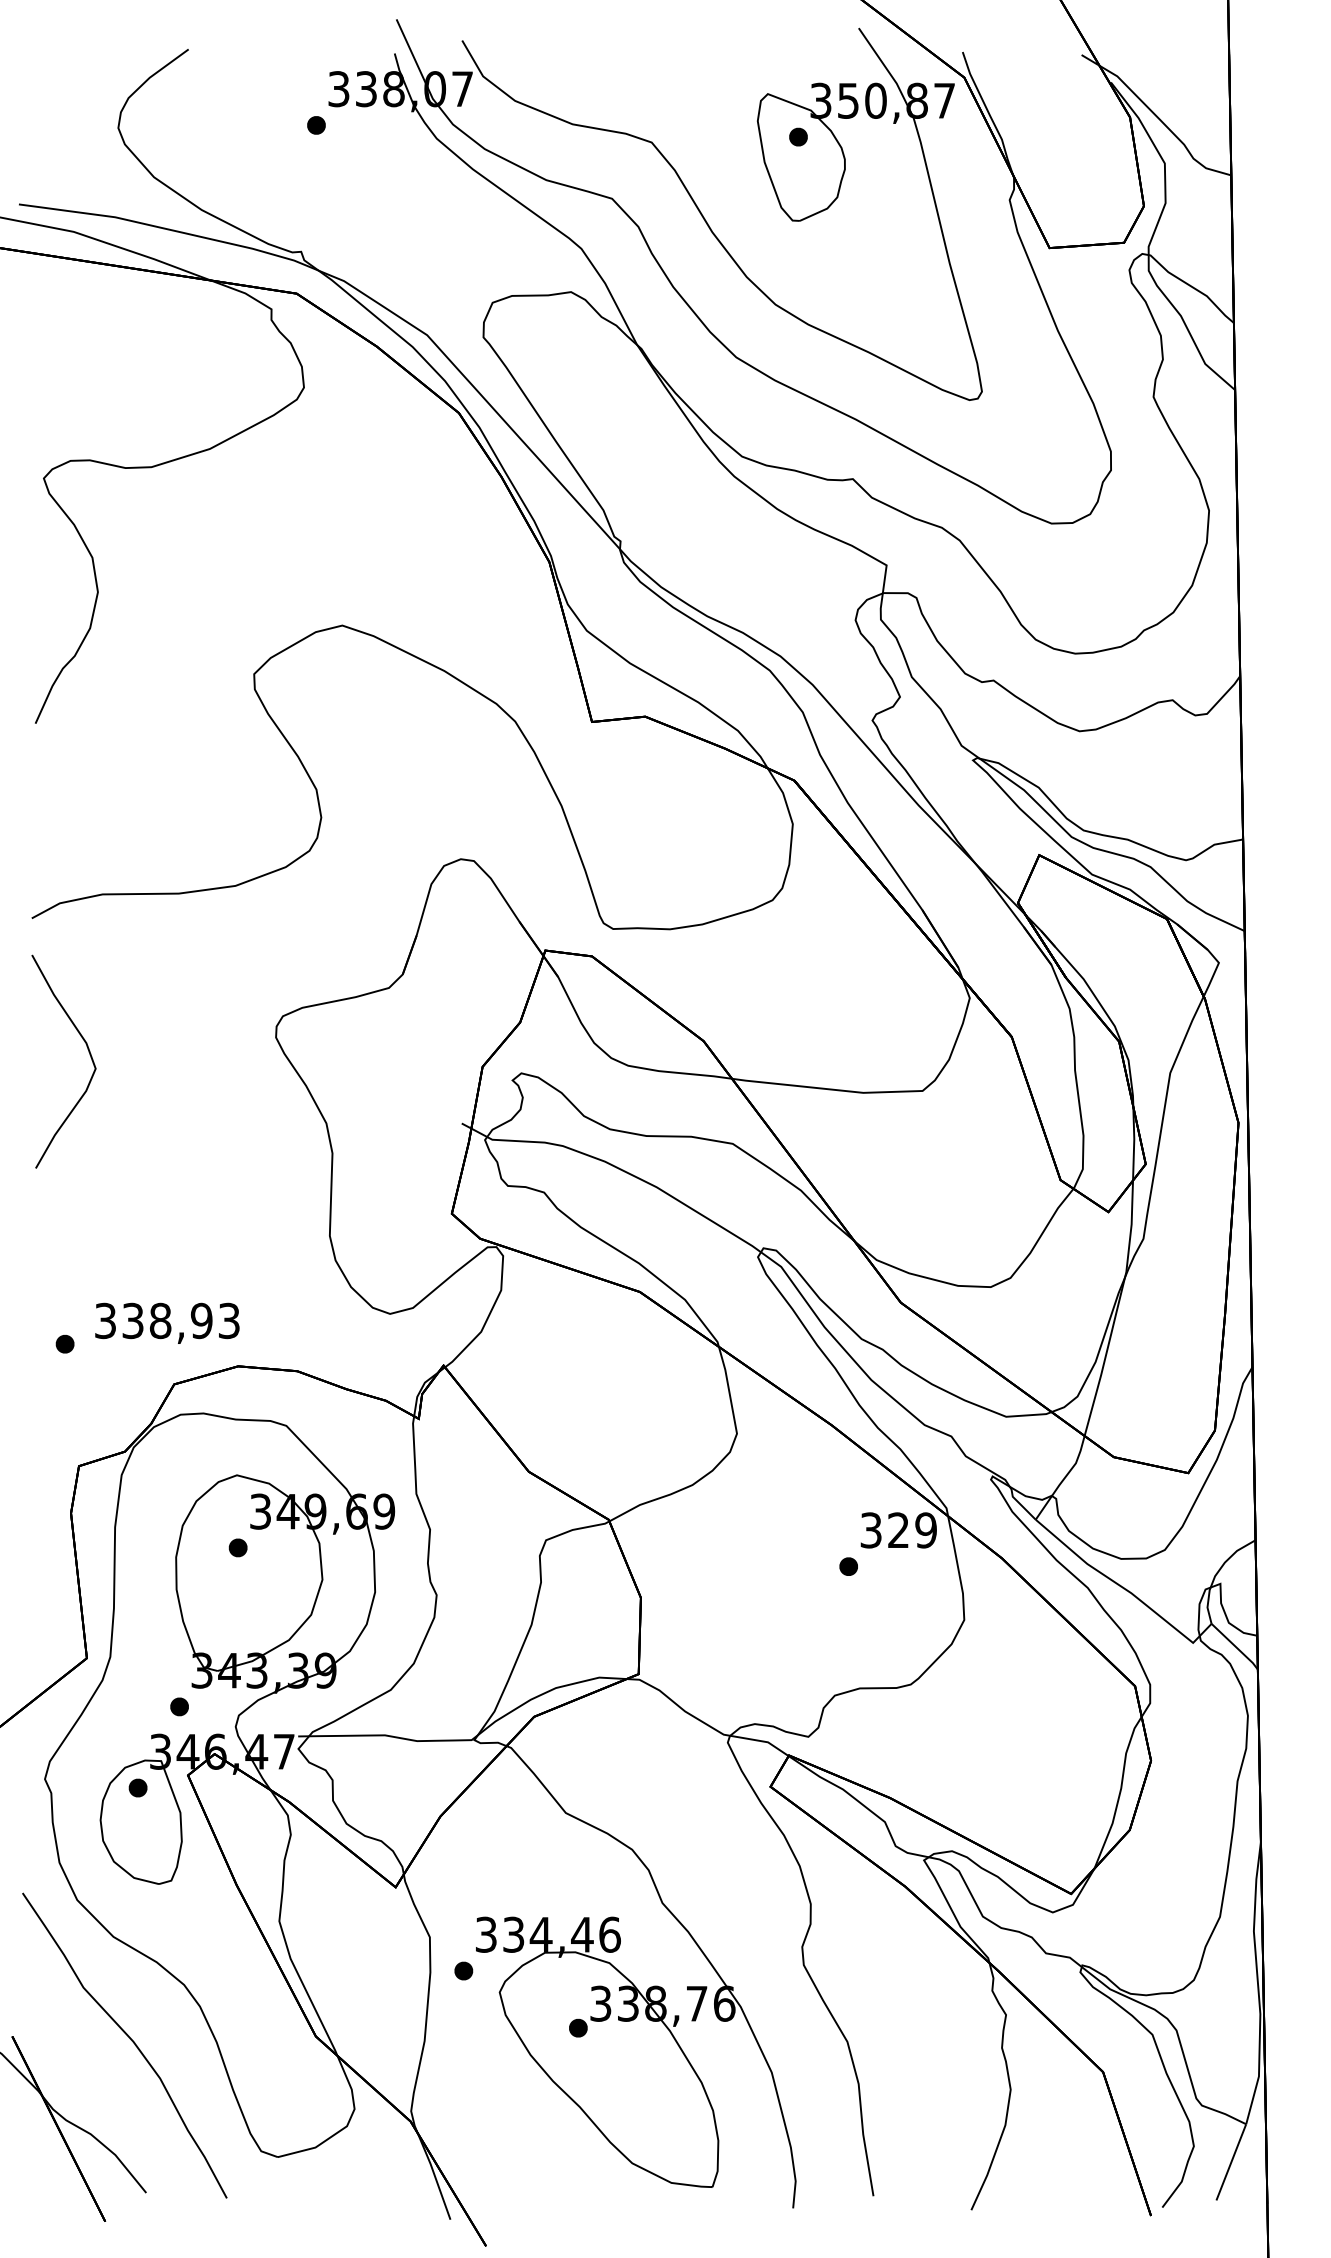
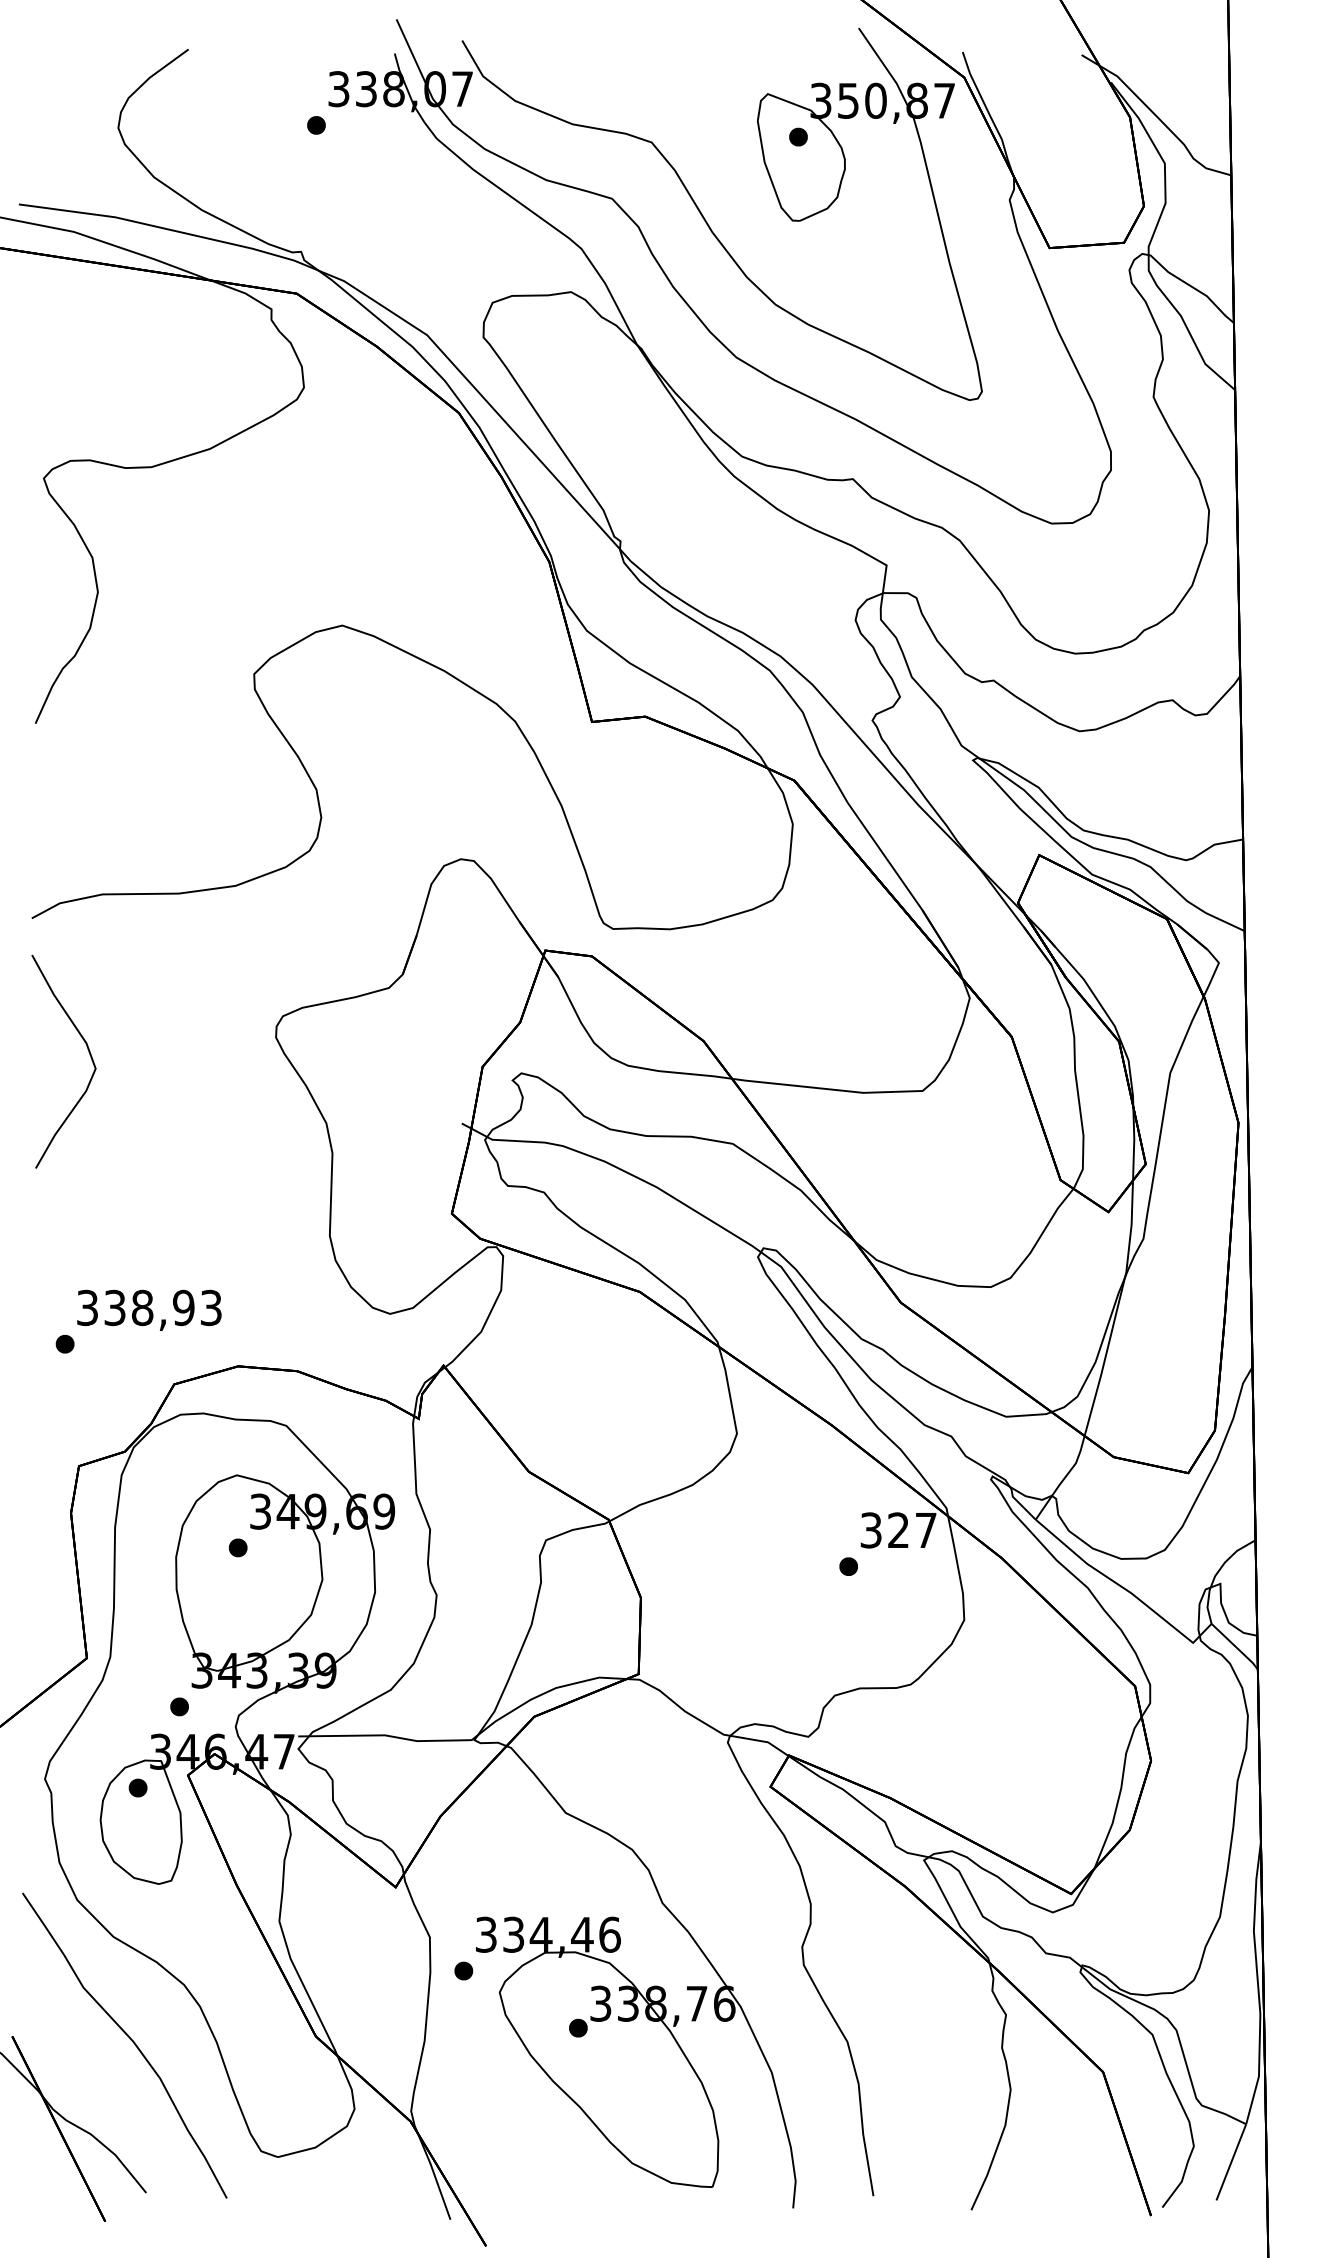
text at (167, 1322) position: (167, 1322) -> (149, 1309)
text at (925, 1530): 329 -> 327
